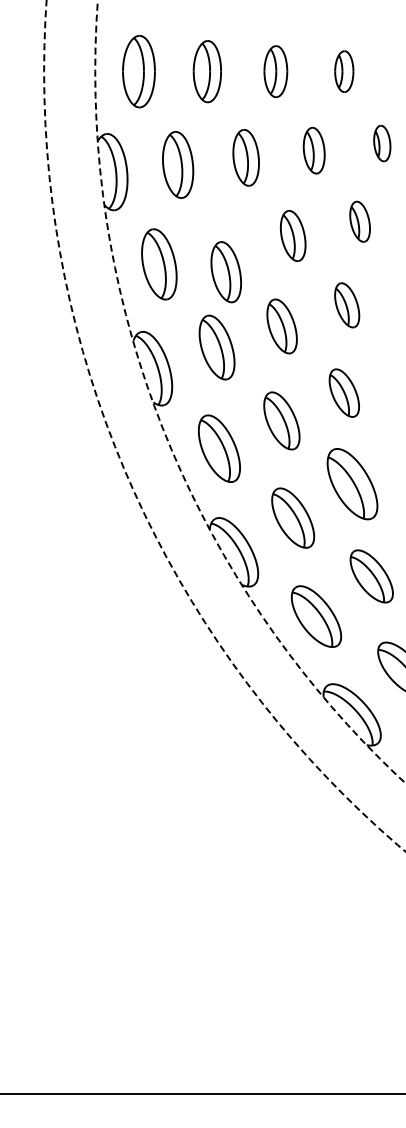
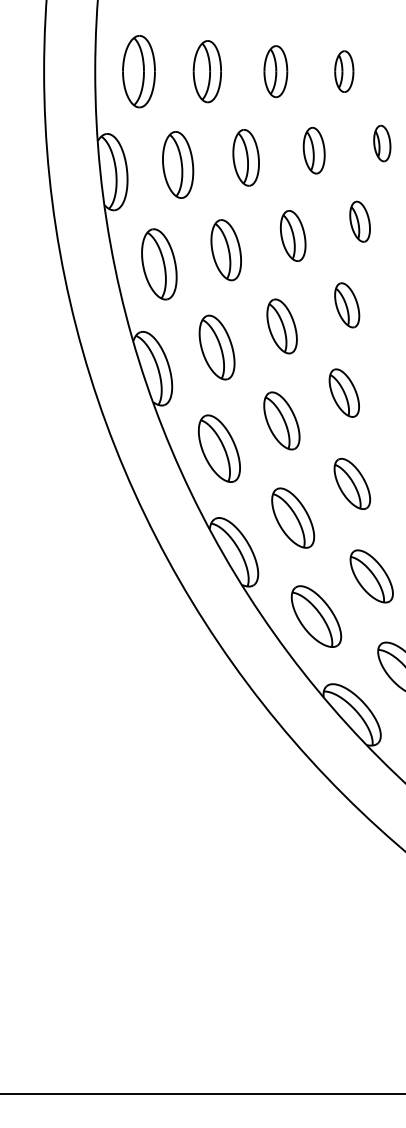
part at (225, 272) position: (225, 272) -> (225, 250)
circle at (250, 391): dashed -> solid
circle at (224, 425): dashed -> solid
part at (352, 484) size: 53x73 px -> 38x53 px
